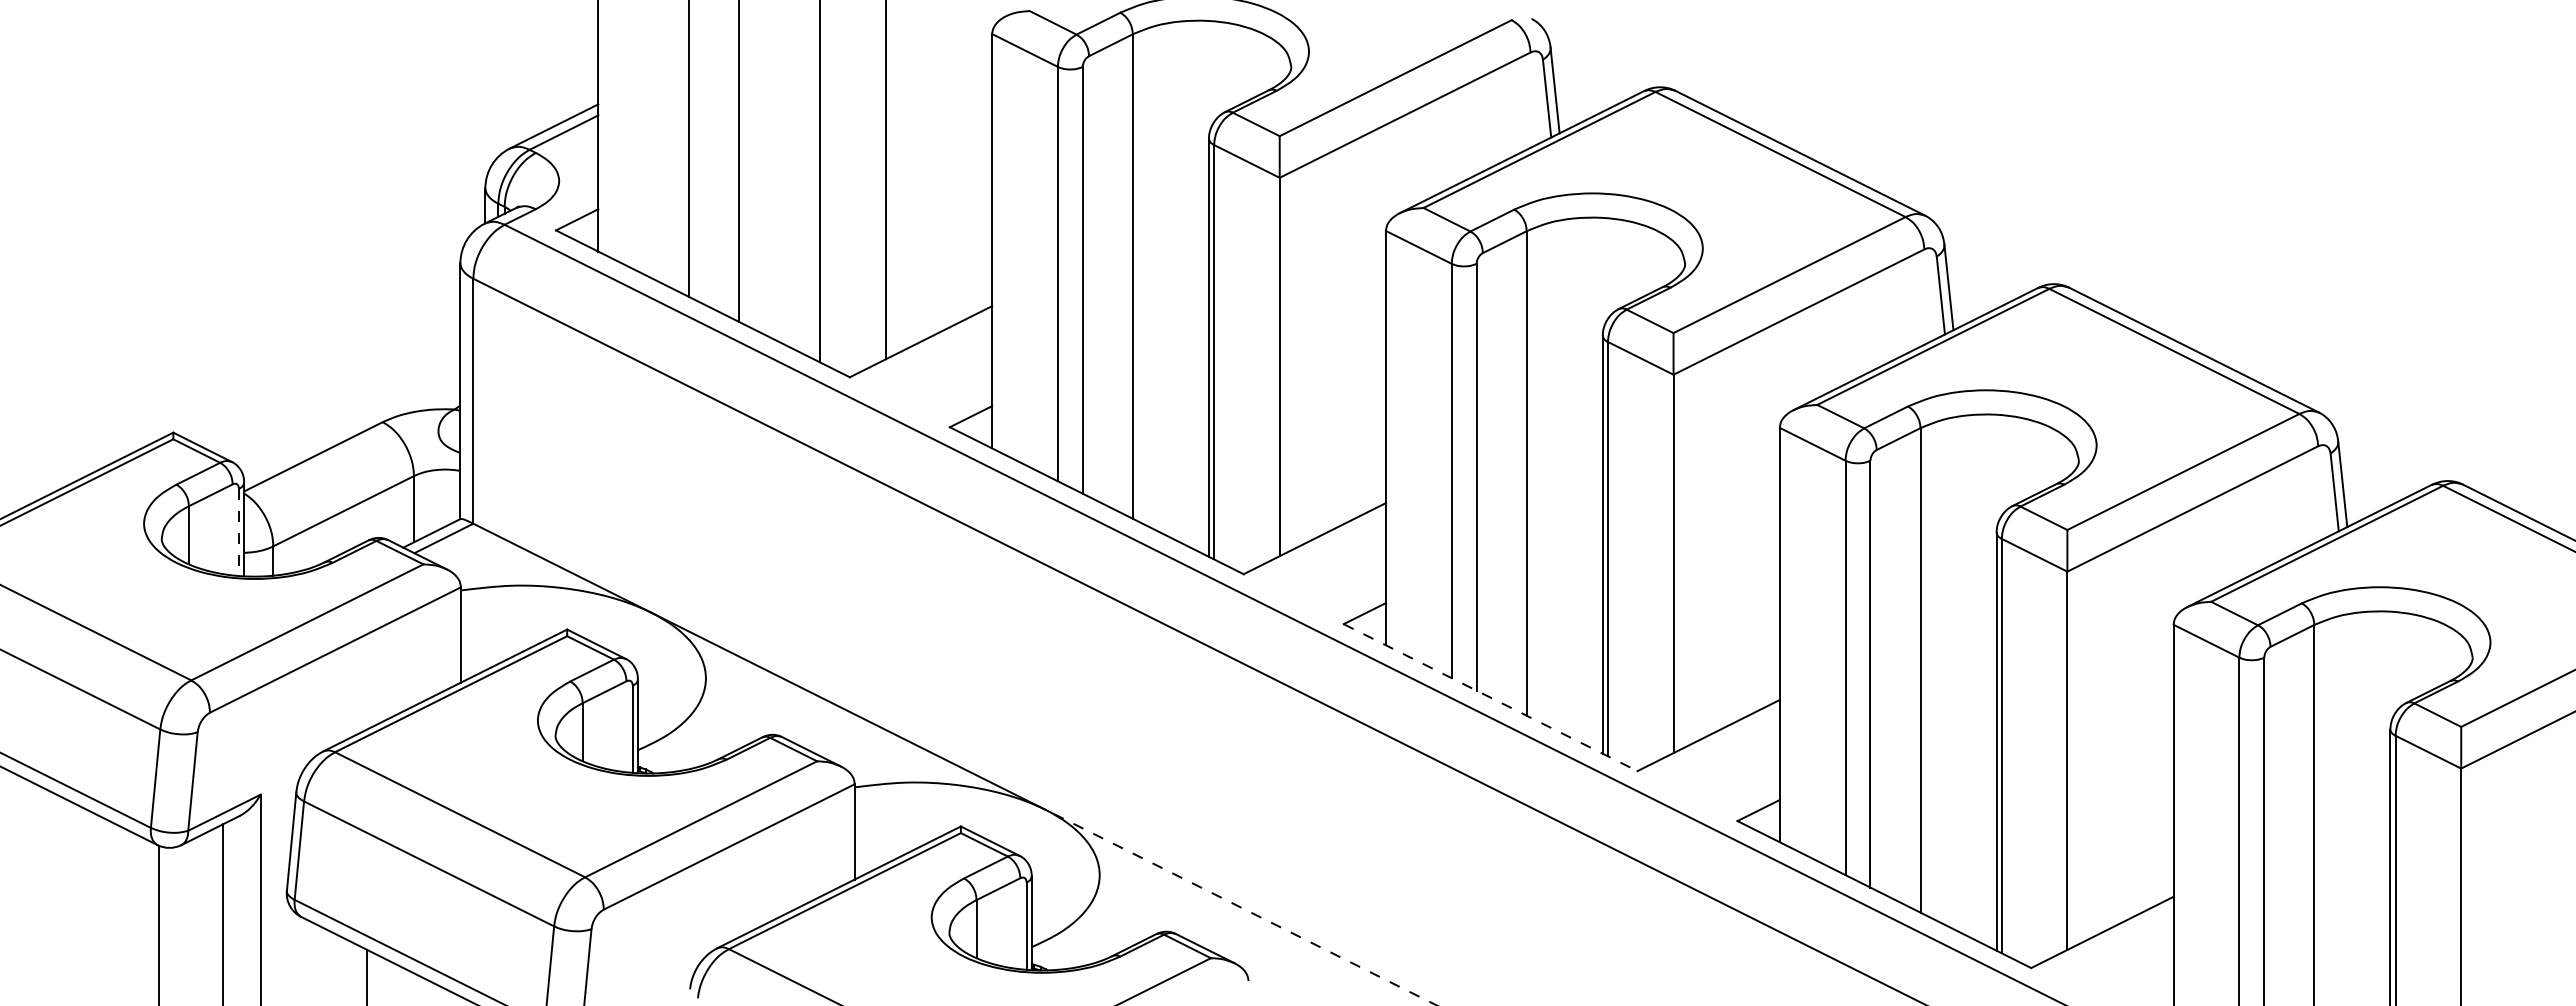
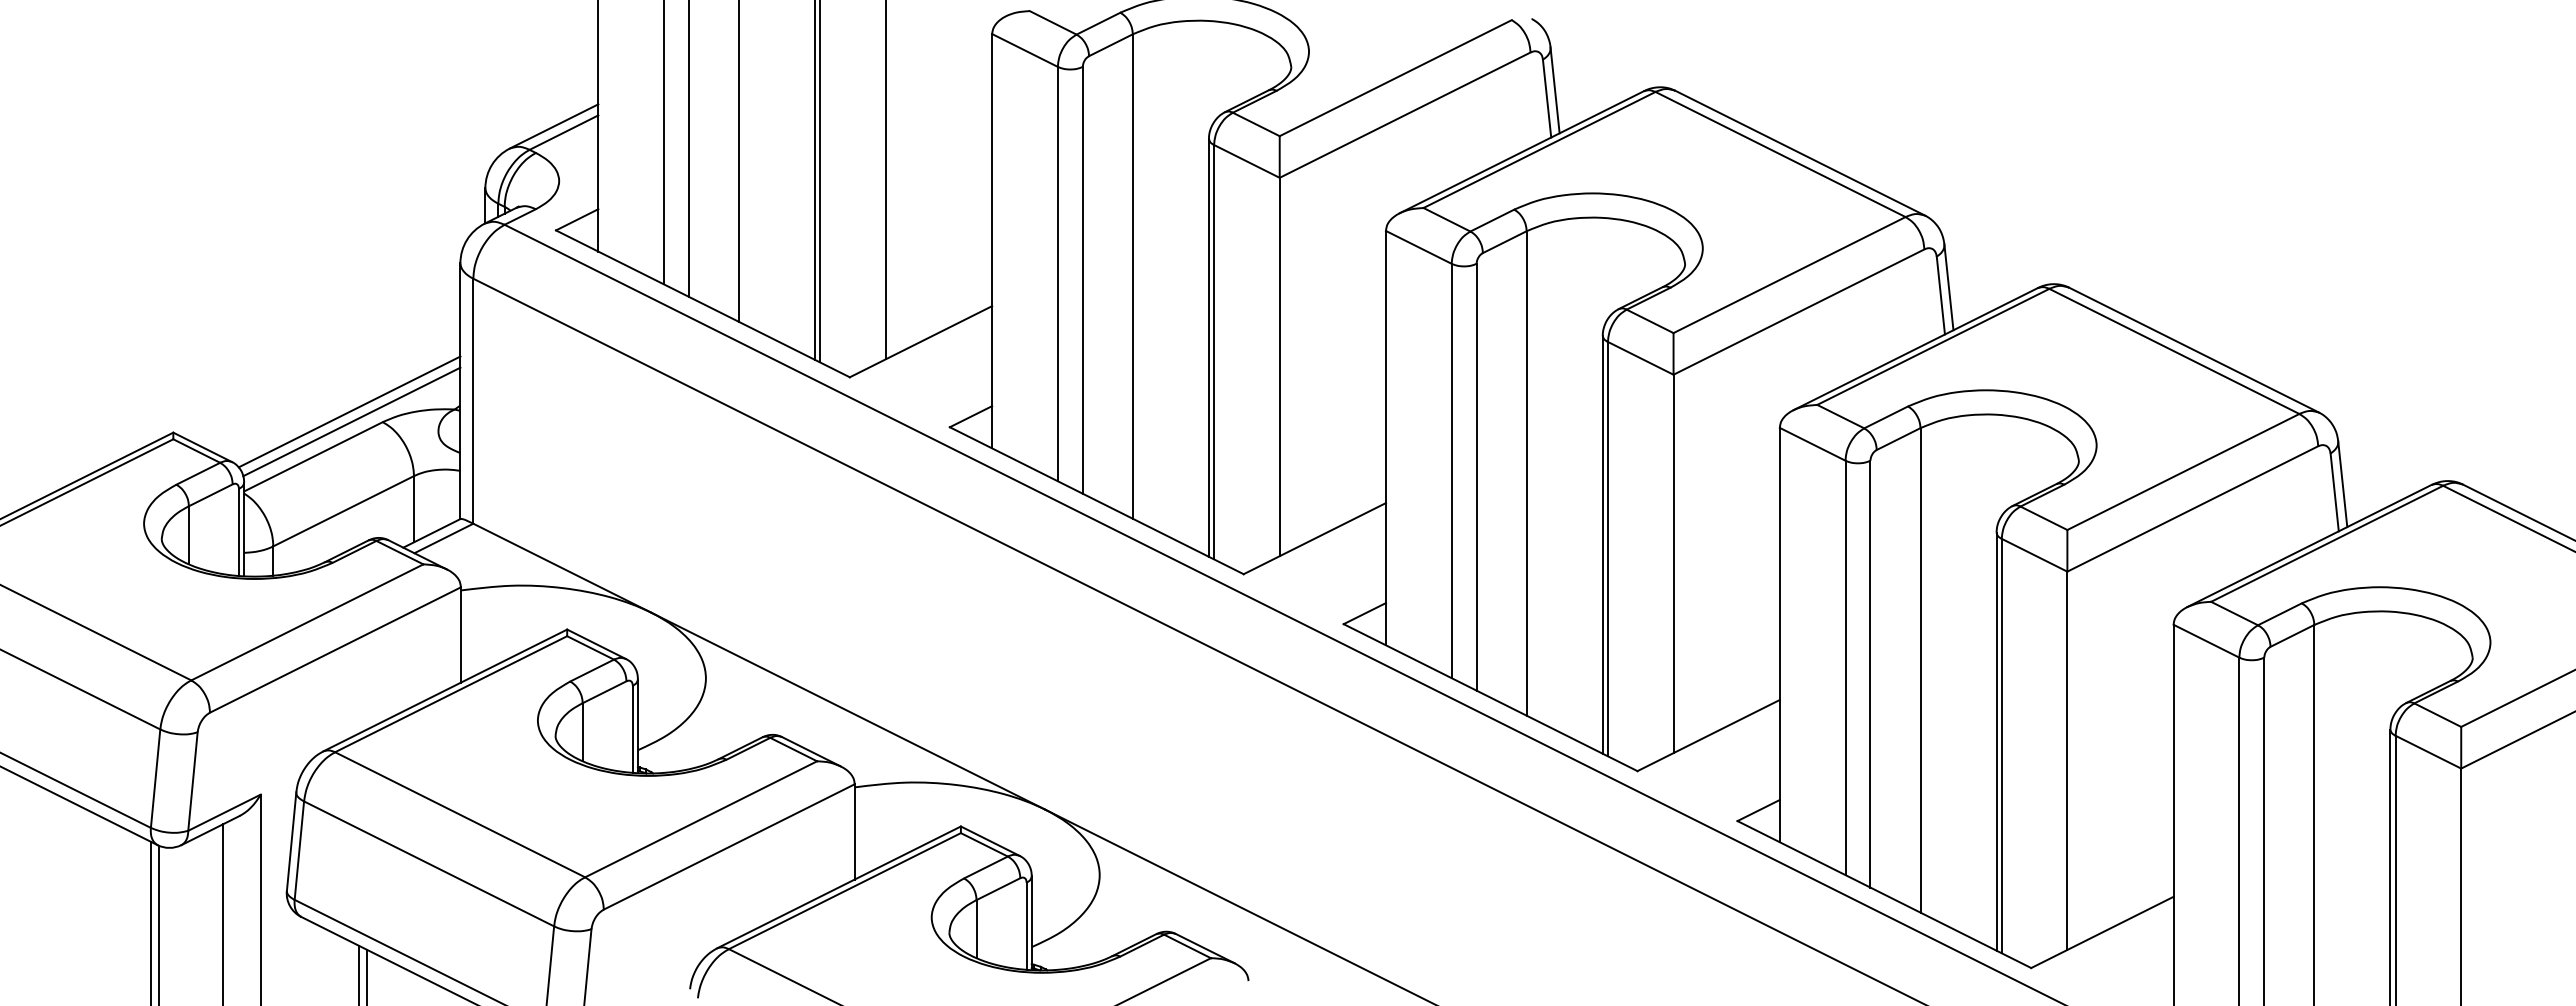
line at (663, 143): none -> present
line at (815, 180): none -> present
line at (349, 411): none -> present
line at (351, 421): none -> present
line at (238, 532): dashed -> solid
line at (1491, 697): dashed -> solid
line at (1240, 907): dashed -> solid
line at (151, 922): none -> present
line at (359, 973): none -> present
